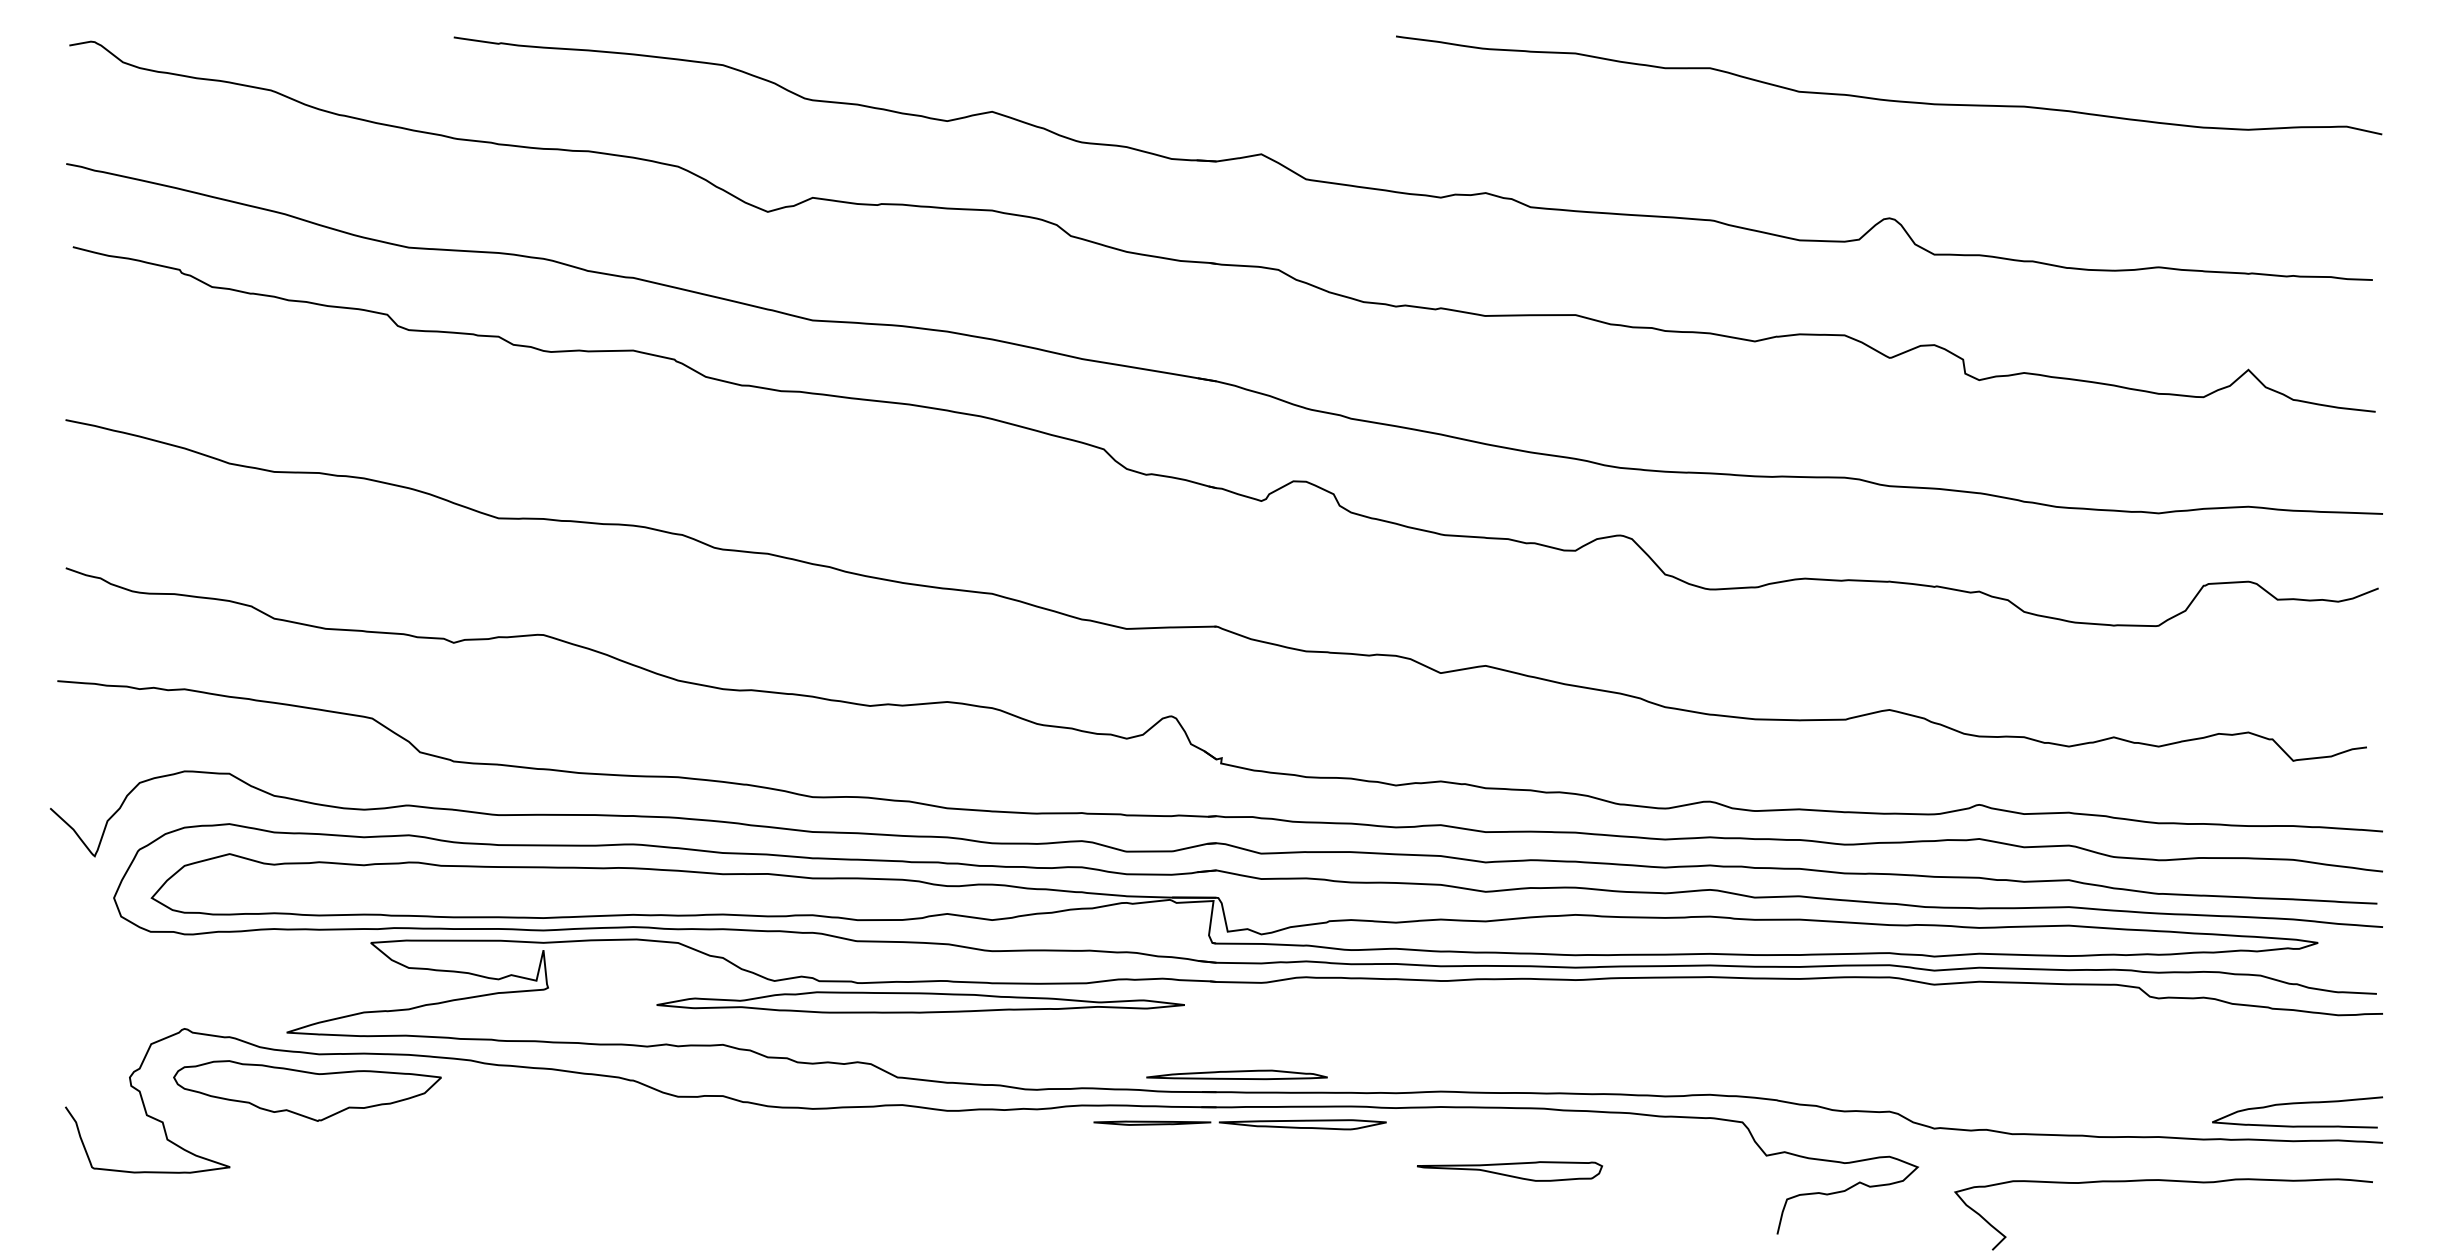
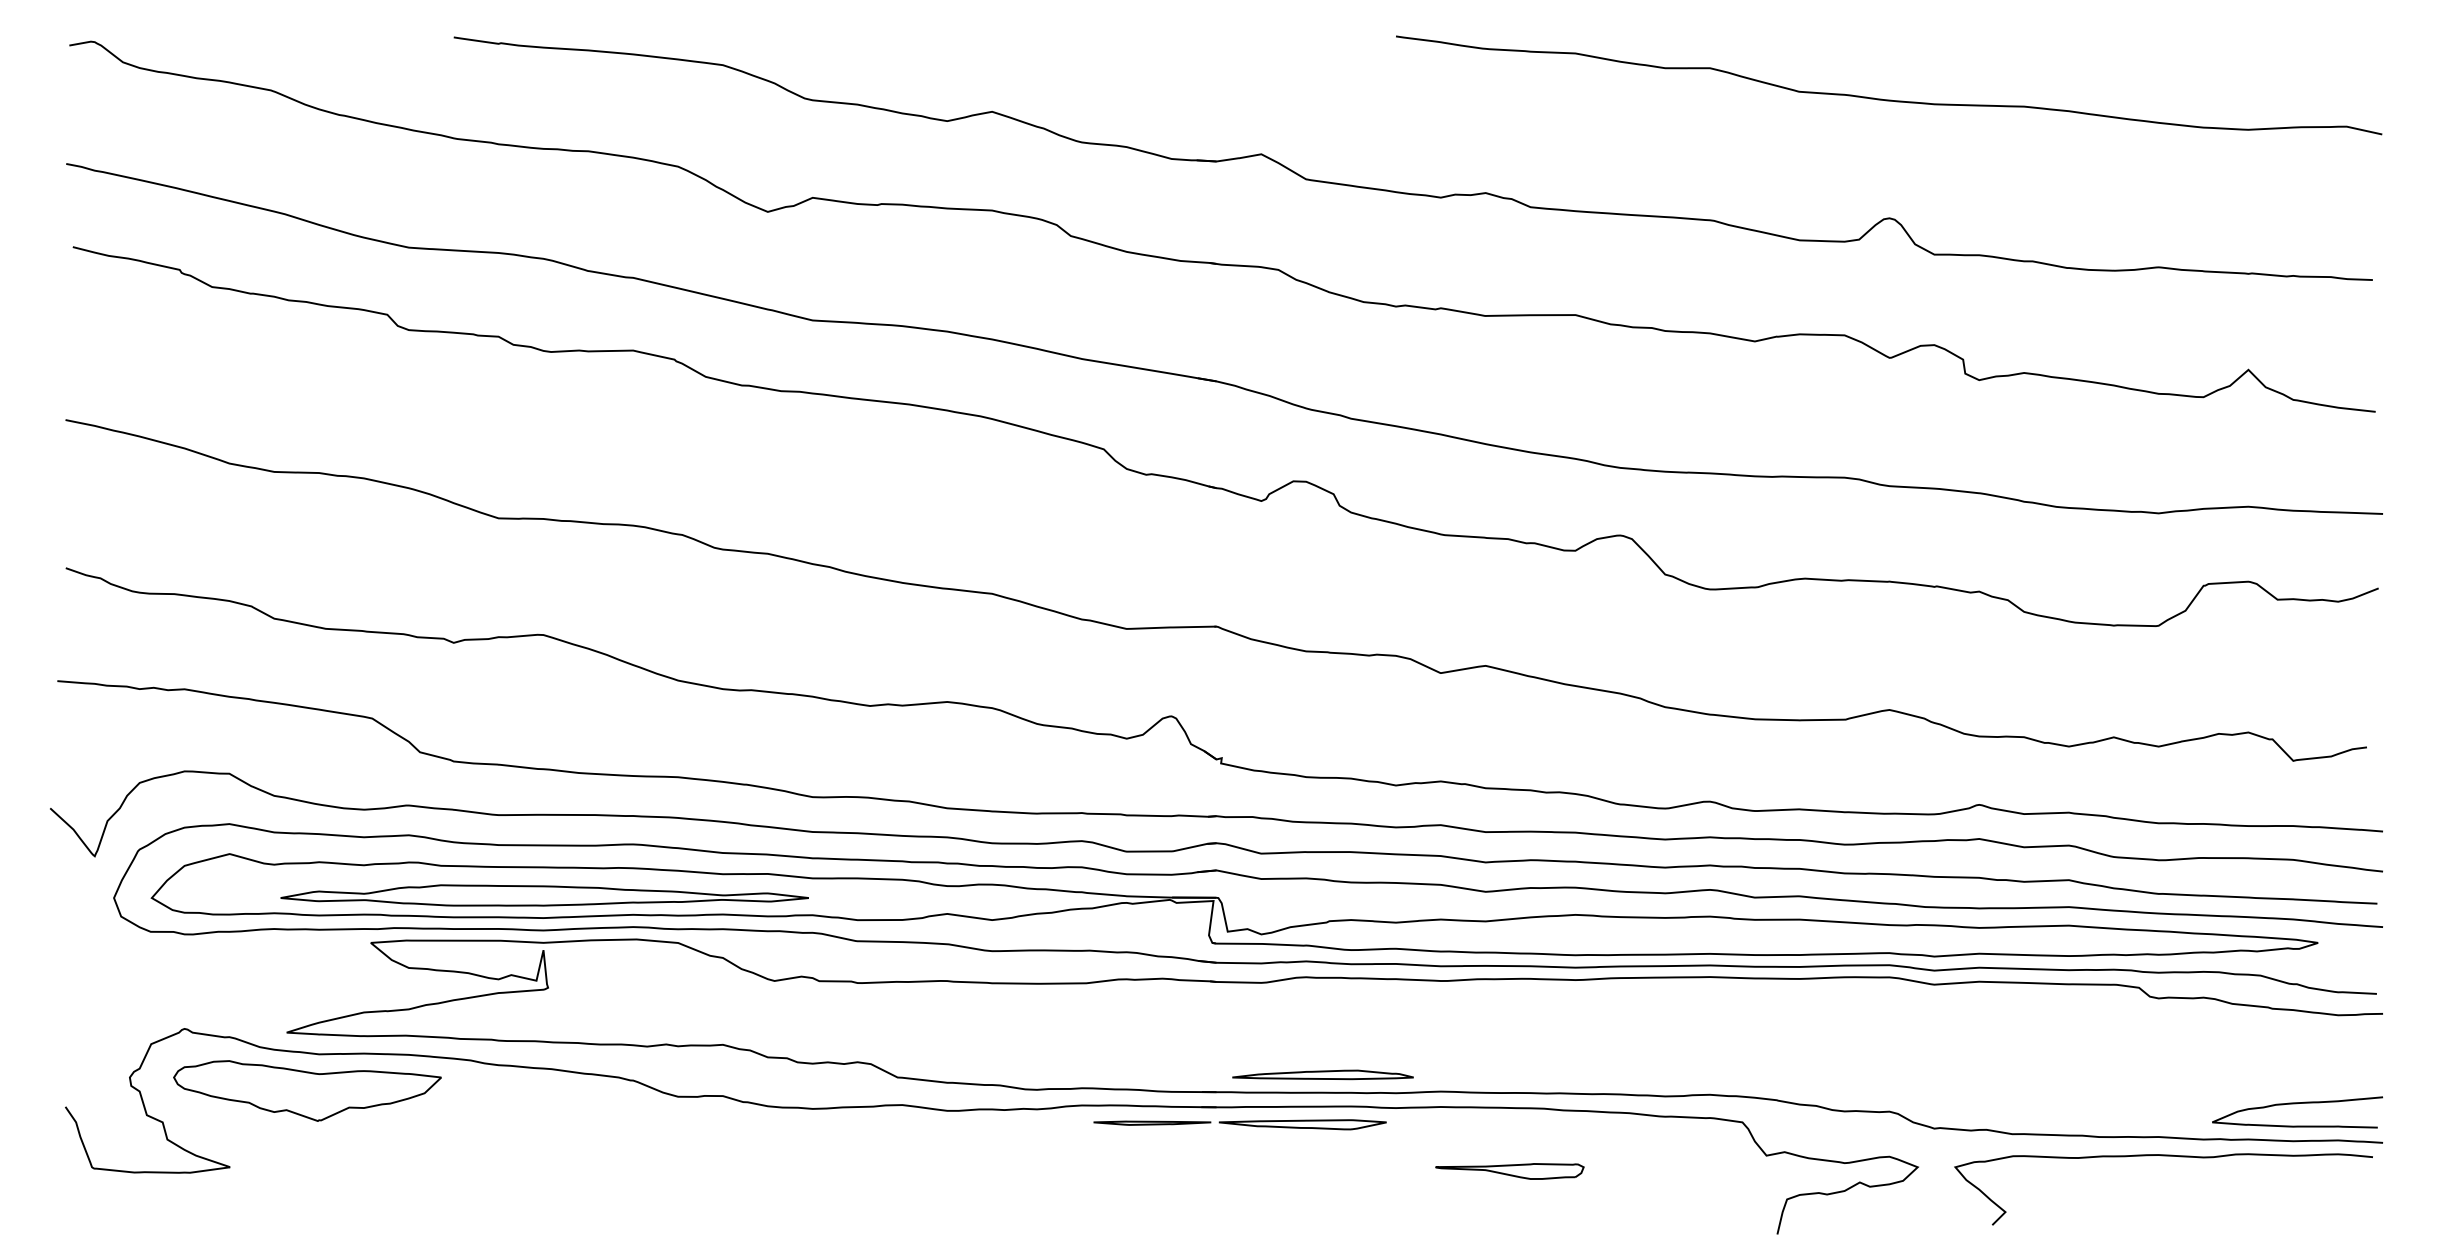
part at (920, 1002) position: (920, 1002) -> (544, 895)
part at (1236, 1074) position: (1236, 1074) -> (1322, 1074)
part at (1510, 1171) size: 187x21 px -> 150x17 px
curve at (2163, 1181) position: (2163, 1181) -> (2163, 1156)
